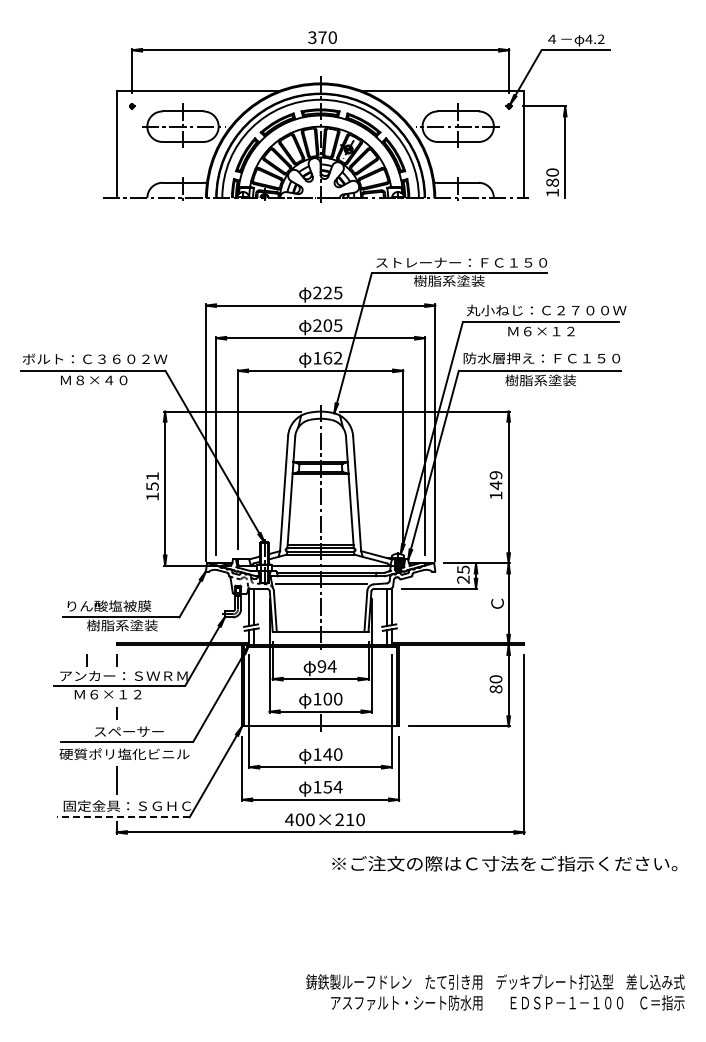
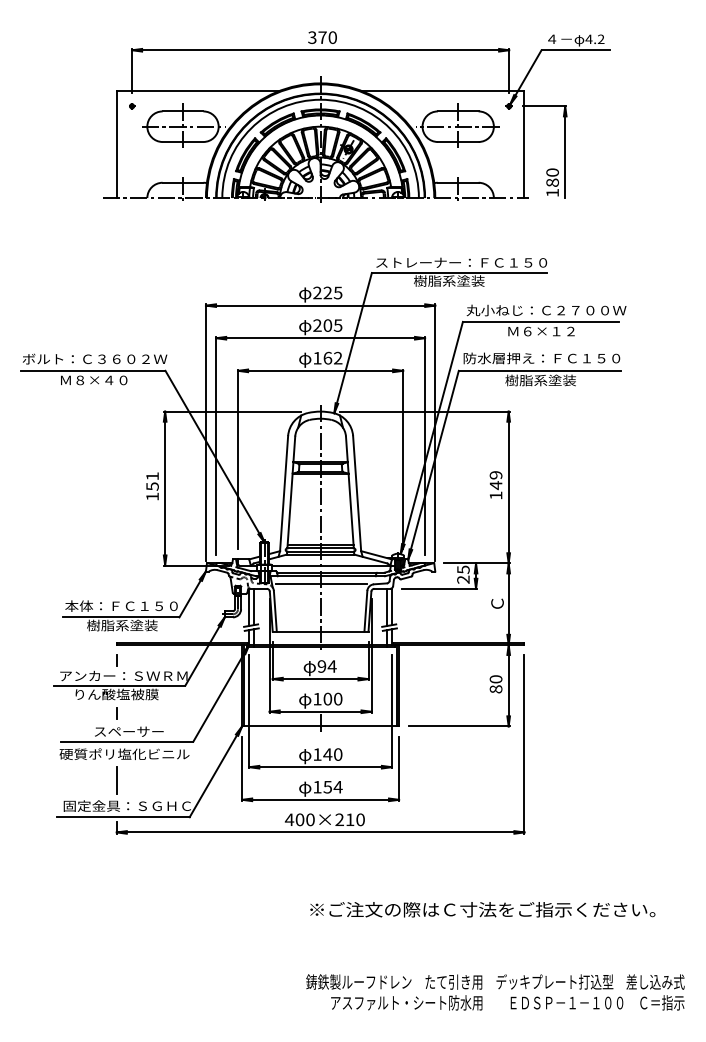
text at (121, 605): りん酸塩被膜 -> 本体：ＦＣ１５０
line at (86, 660): present -> none
text at (116, 694): Ｍ６×１２ -> りん酸塩被膜
line at (123, 817): dashed -> solid
text at (504, 863) position: (504, 863) -> (482, 909)
